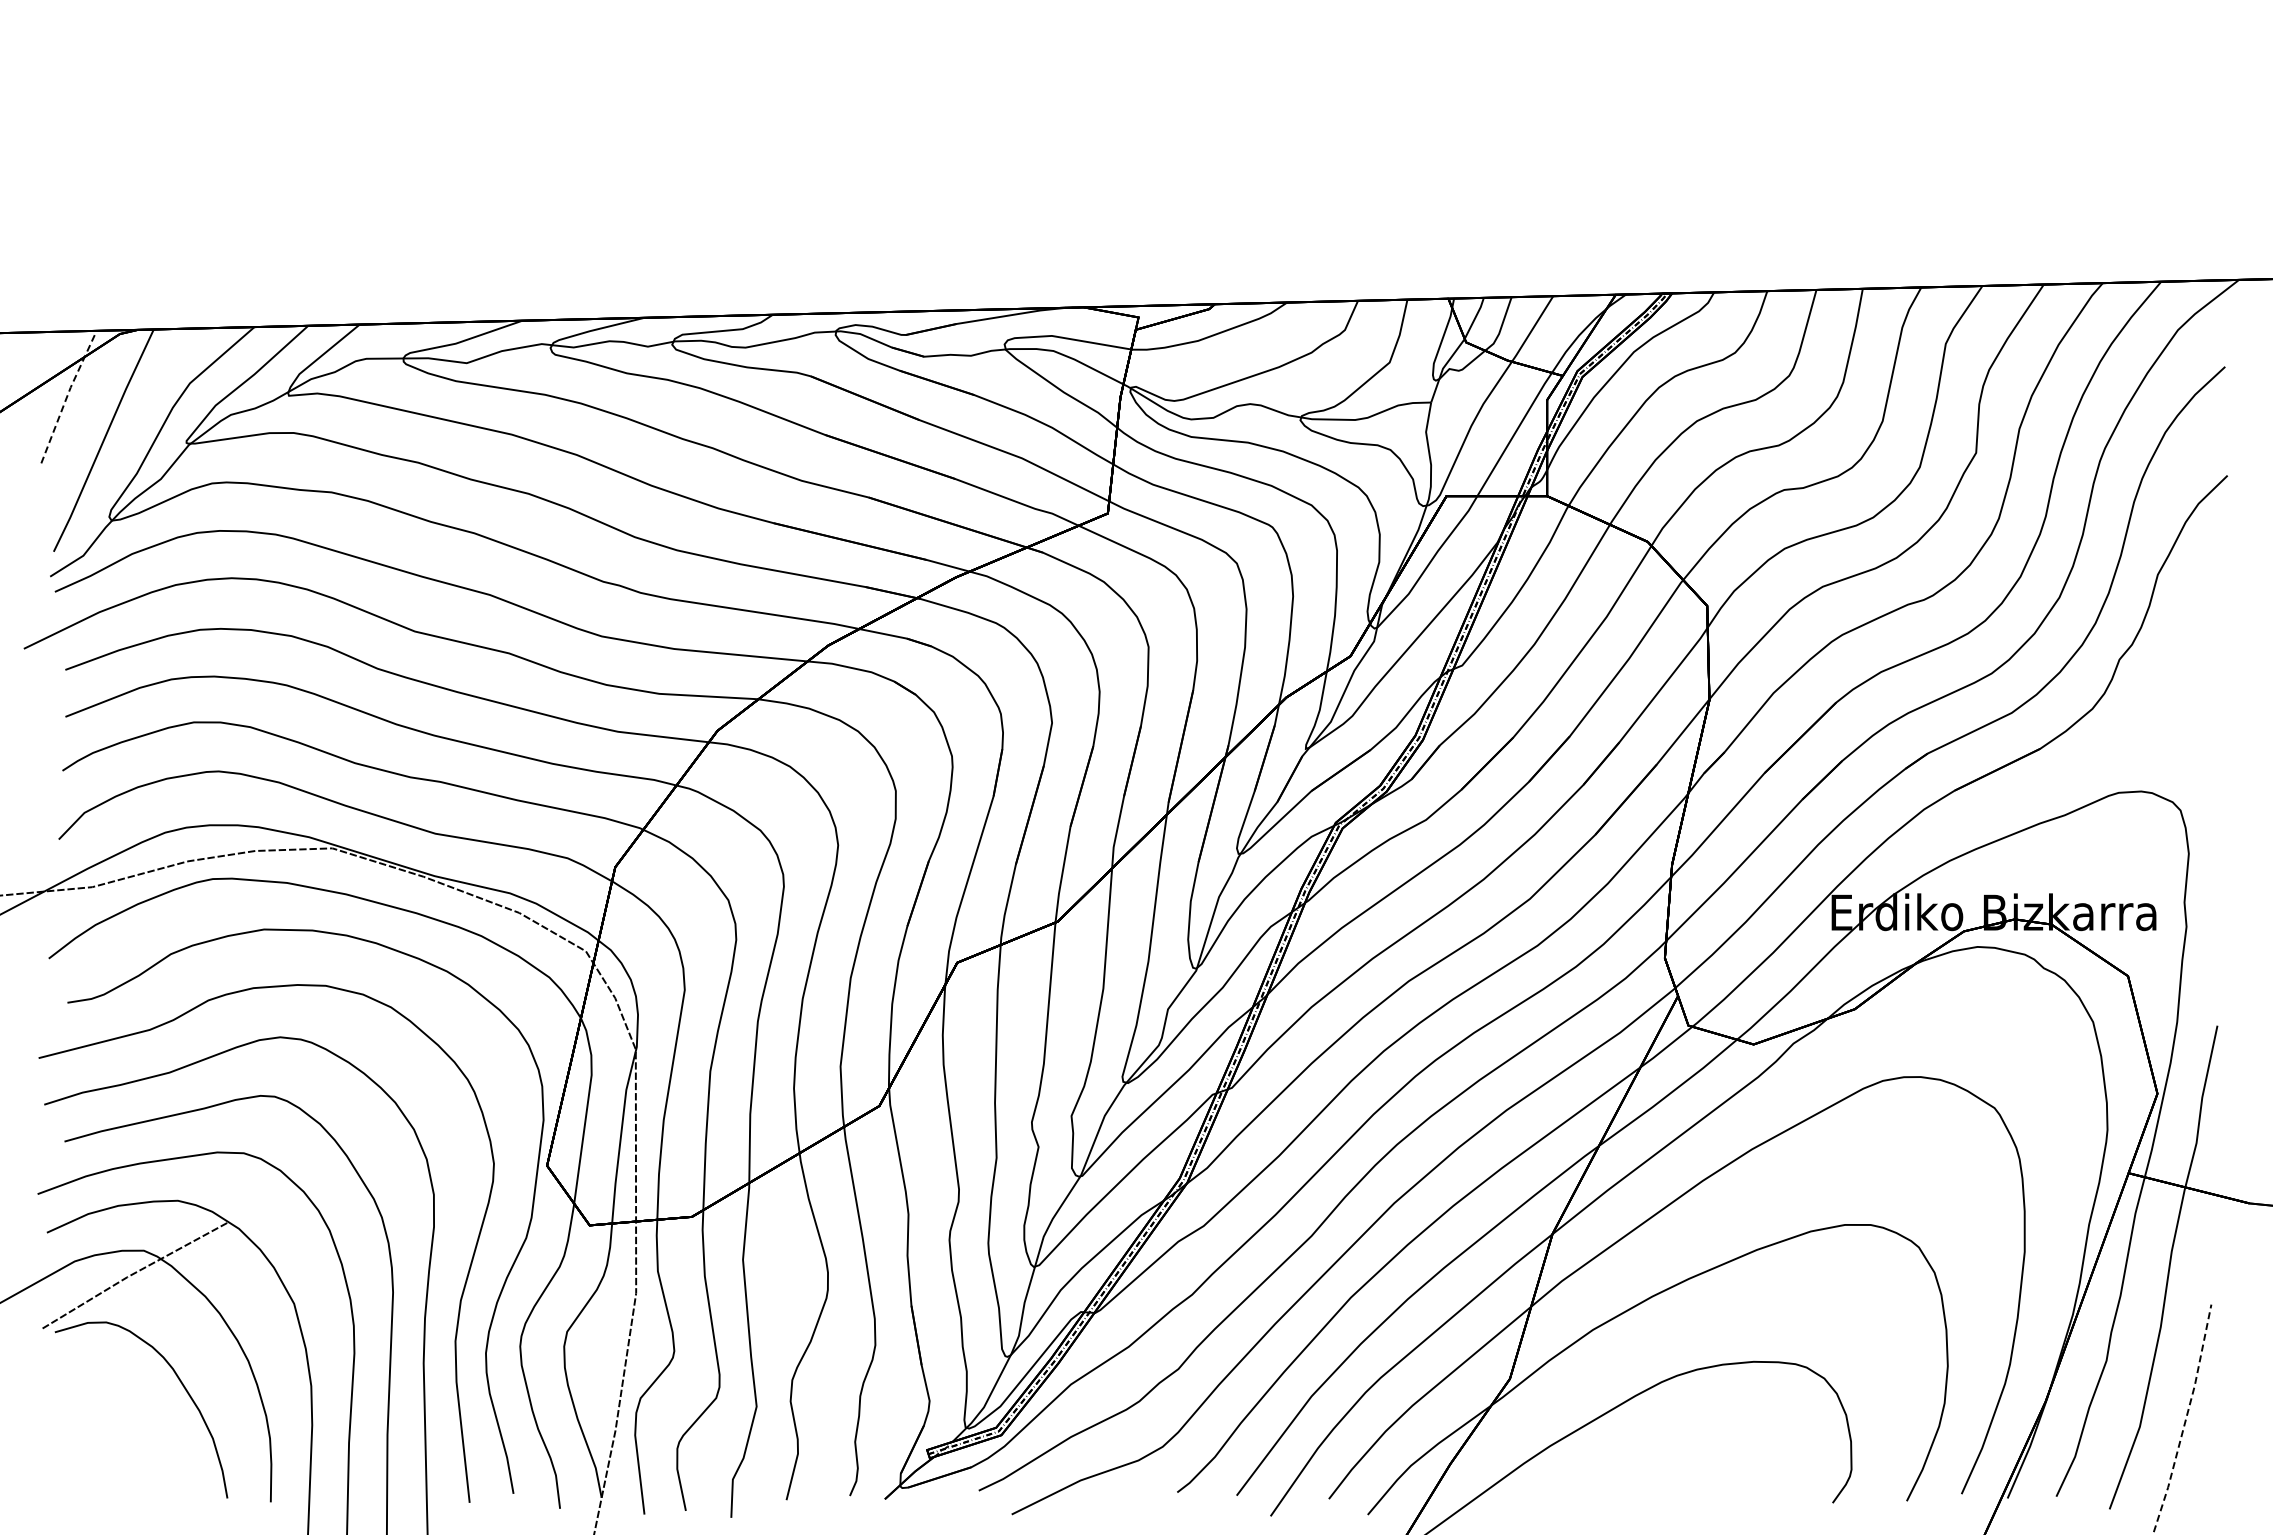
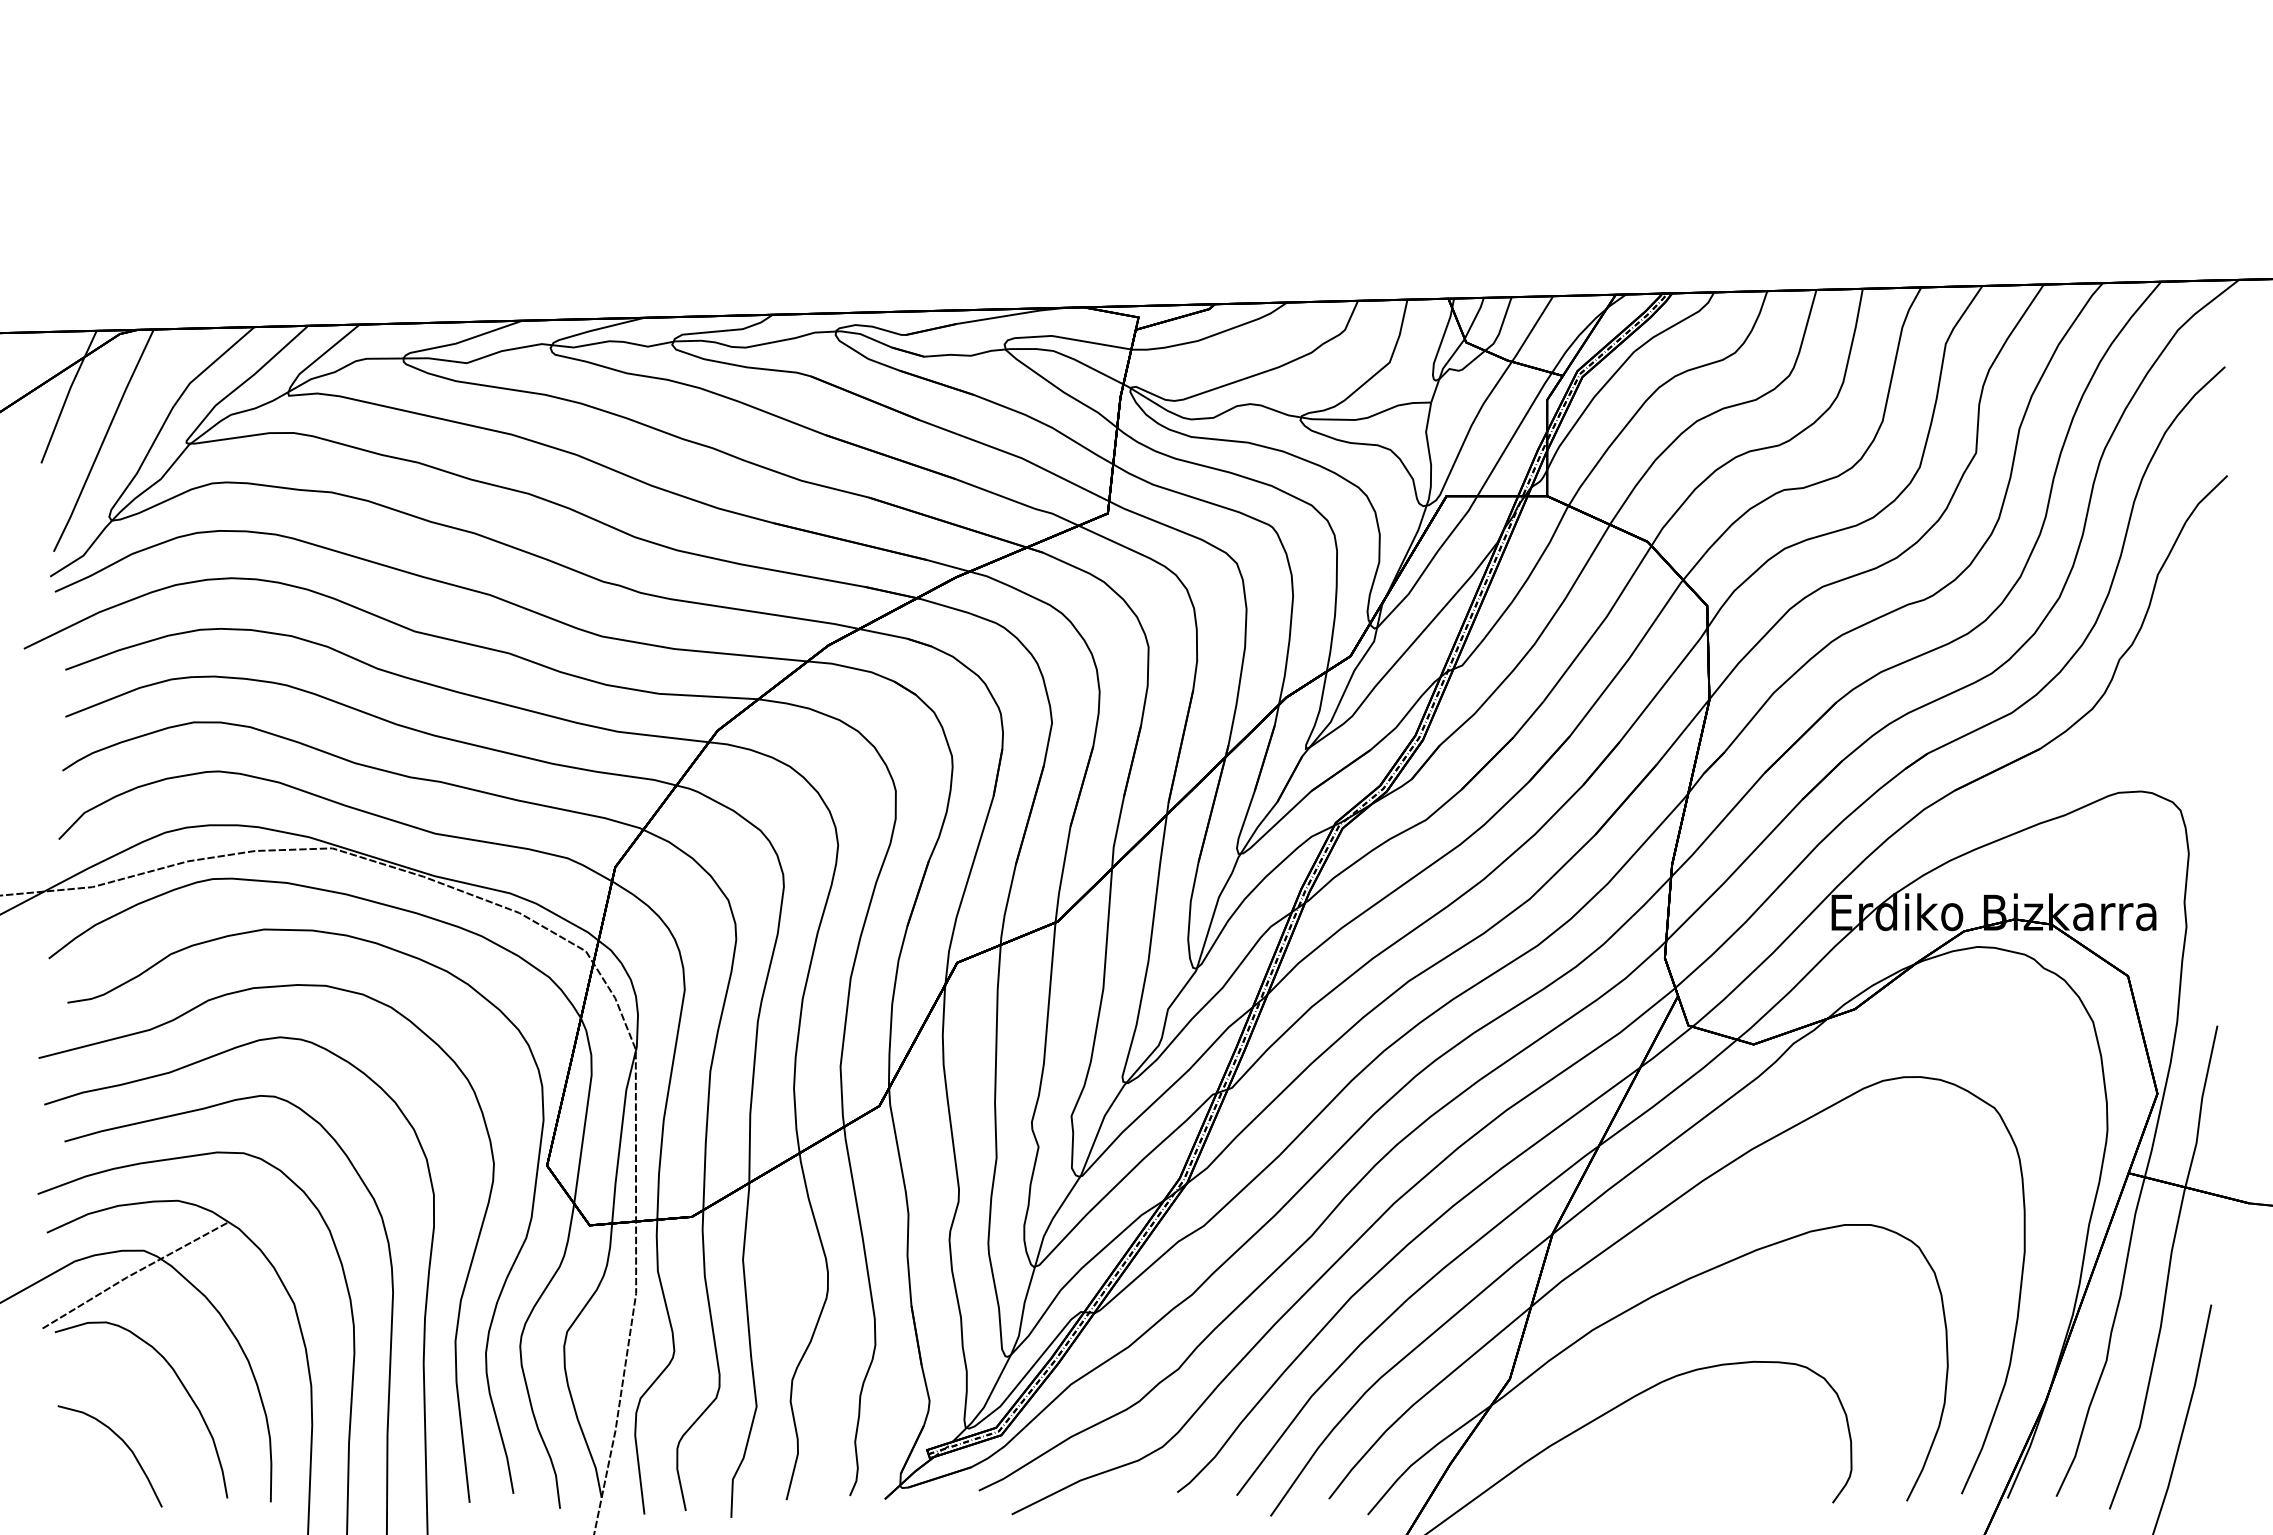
line at (67, 394): dashed -> solid
line at (2185, 1420): dashed -> solid
curve at (125, 1445): none -> present
